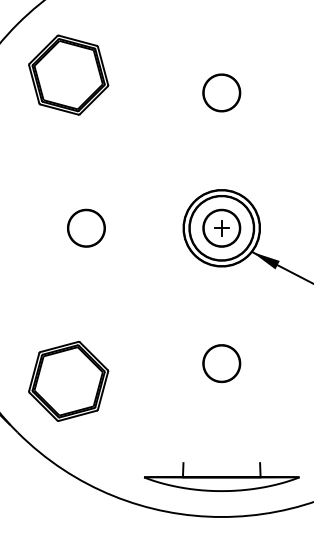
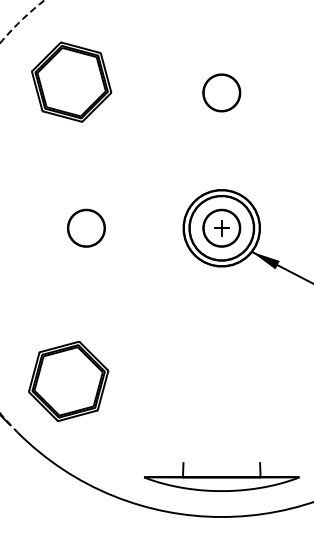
arc at (12, 29): solid -> dashed
part at (68, 74) position: (68, 74) -> (71, 81)
part at (221, 363): present -> none
